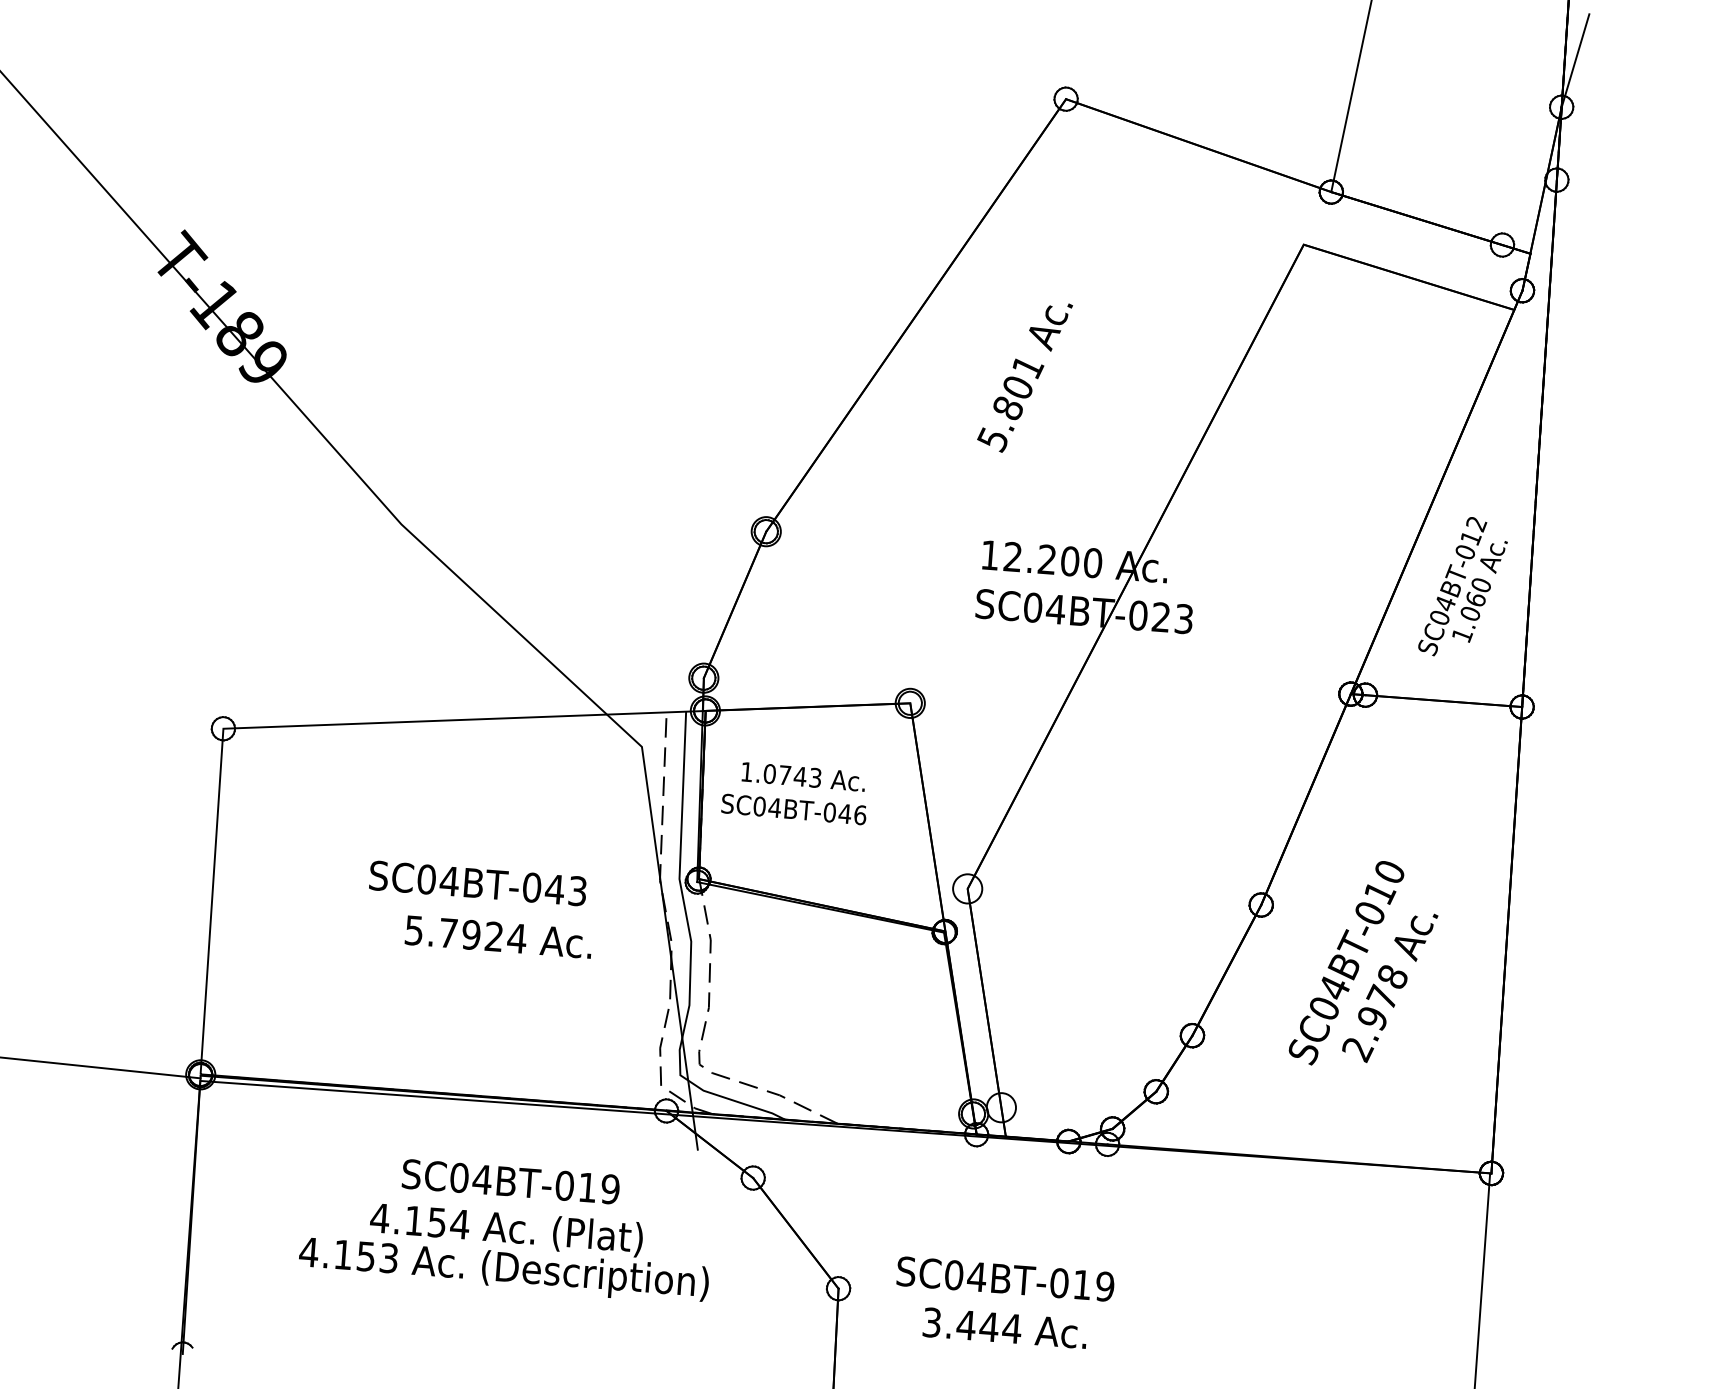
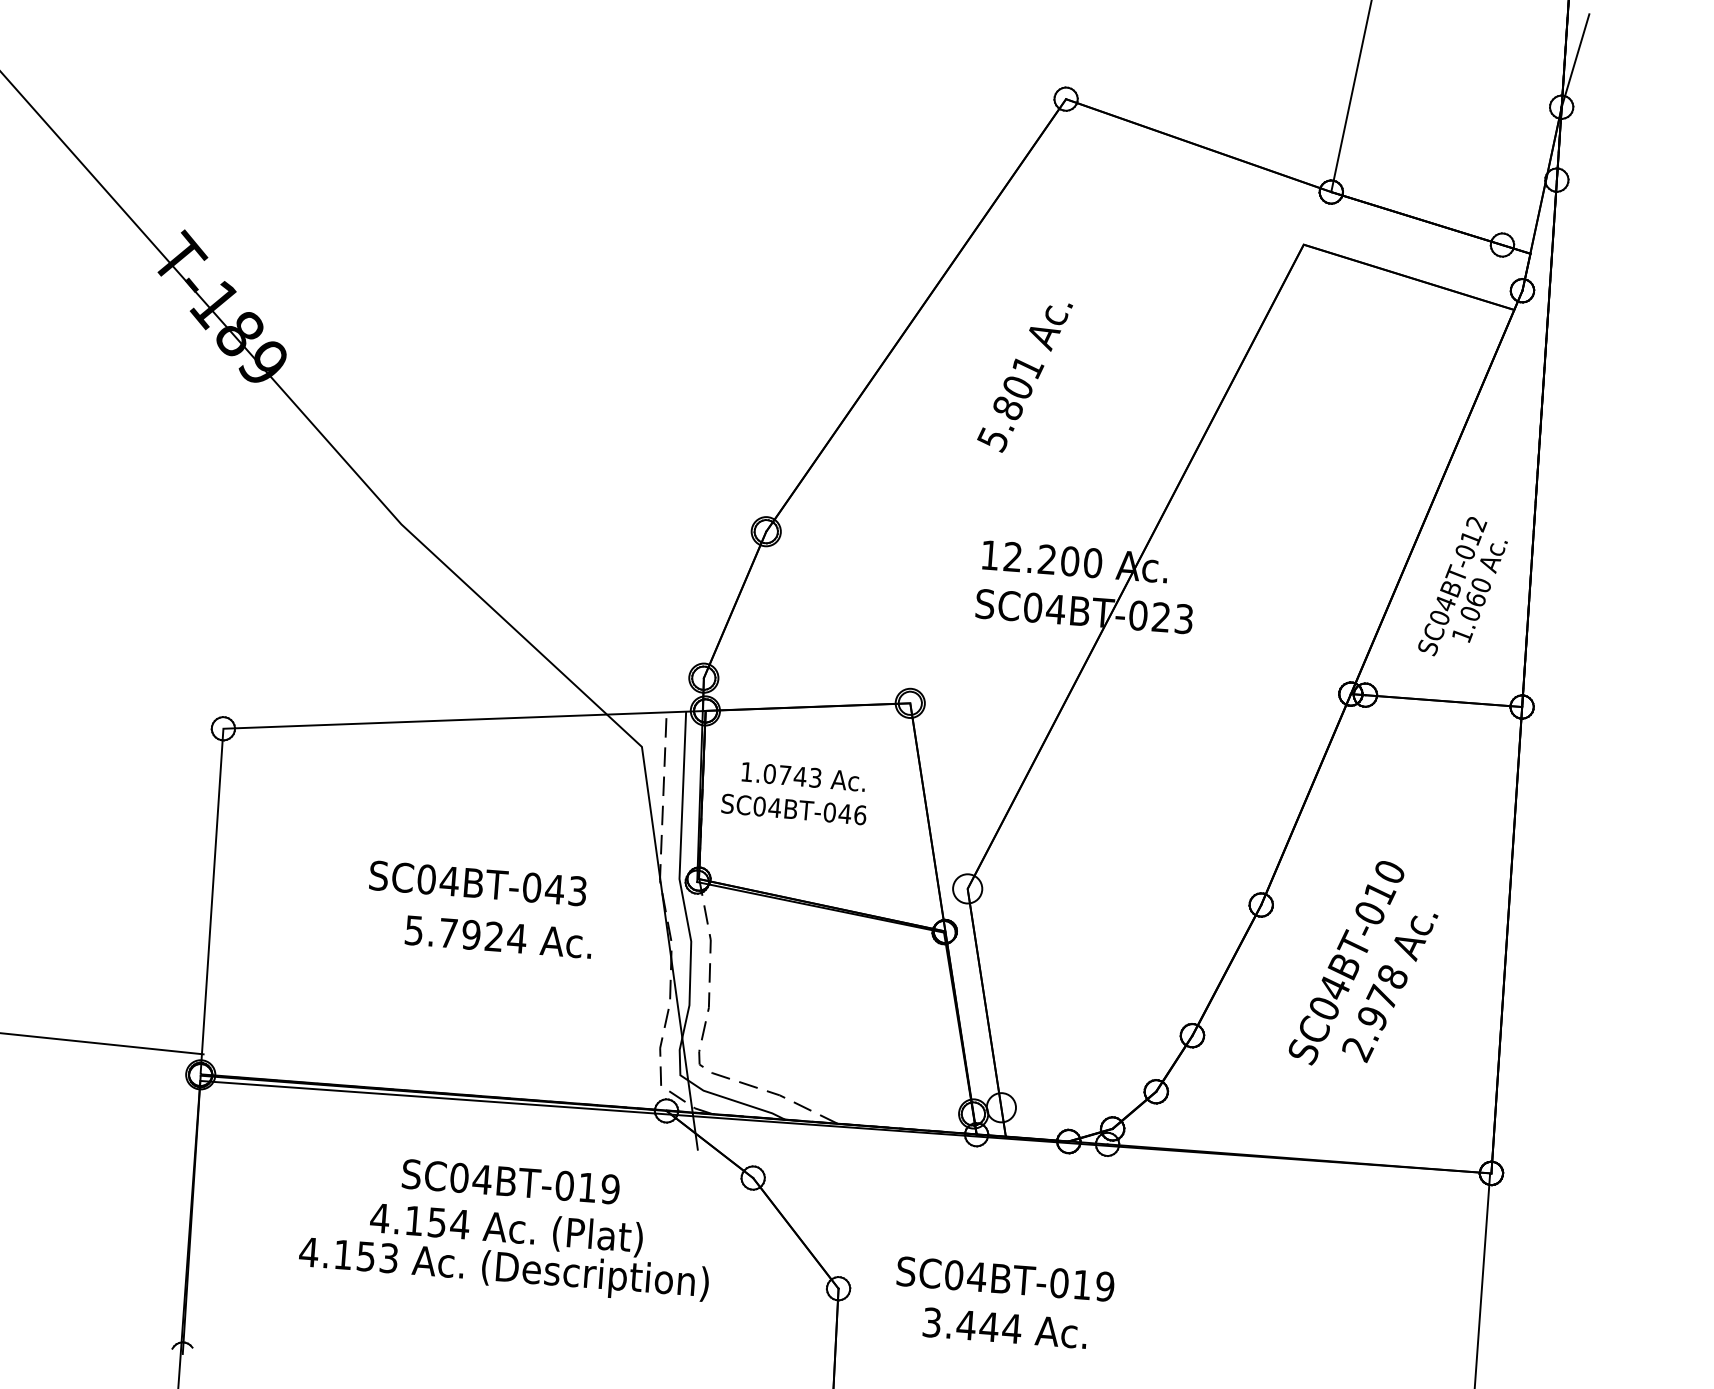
line at (101, 1067) position: (101, 1067) -> (102, 1043)
